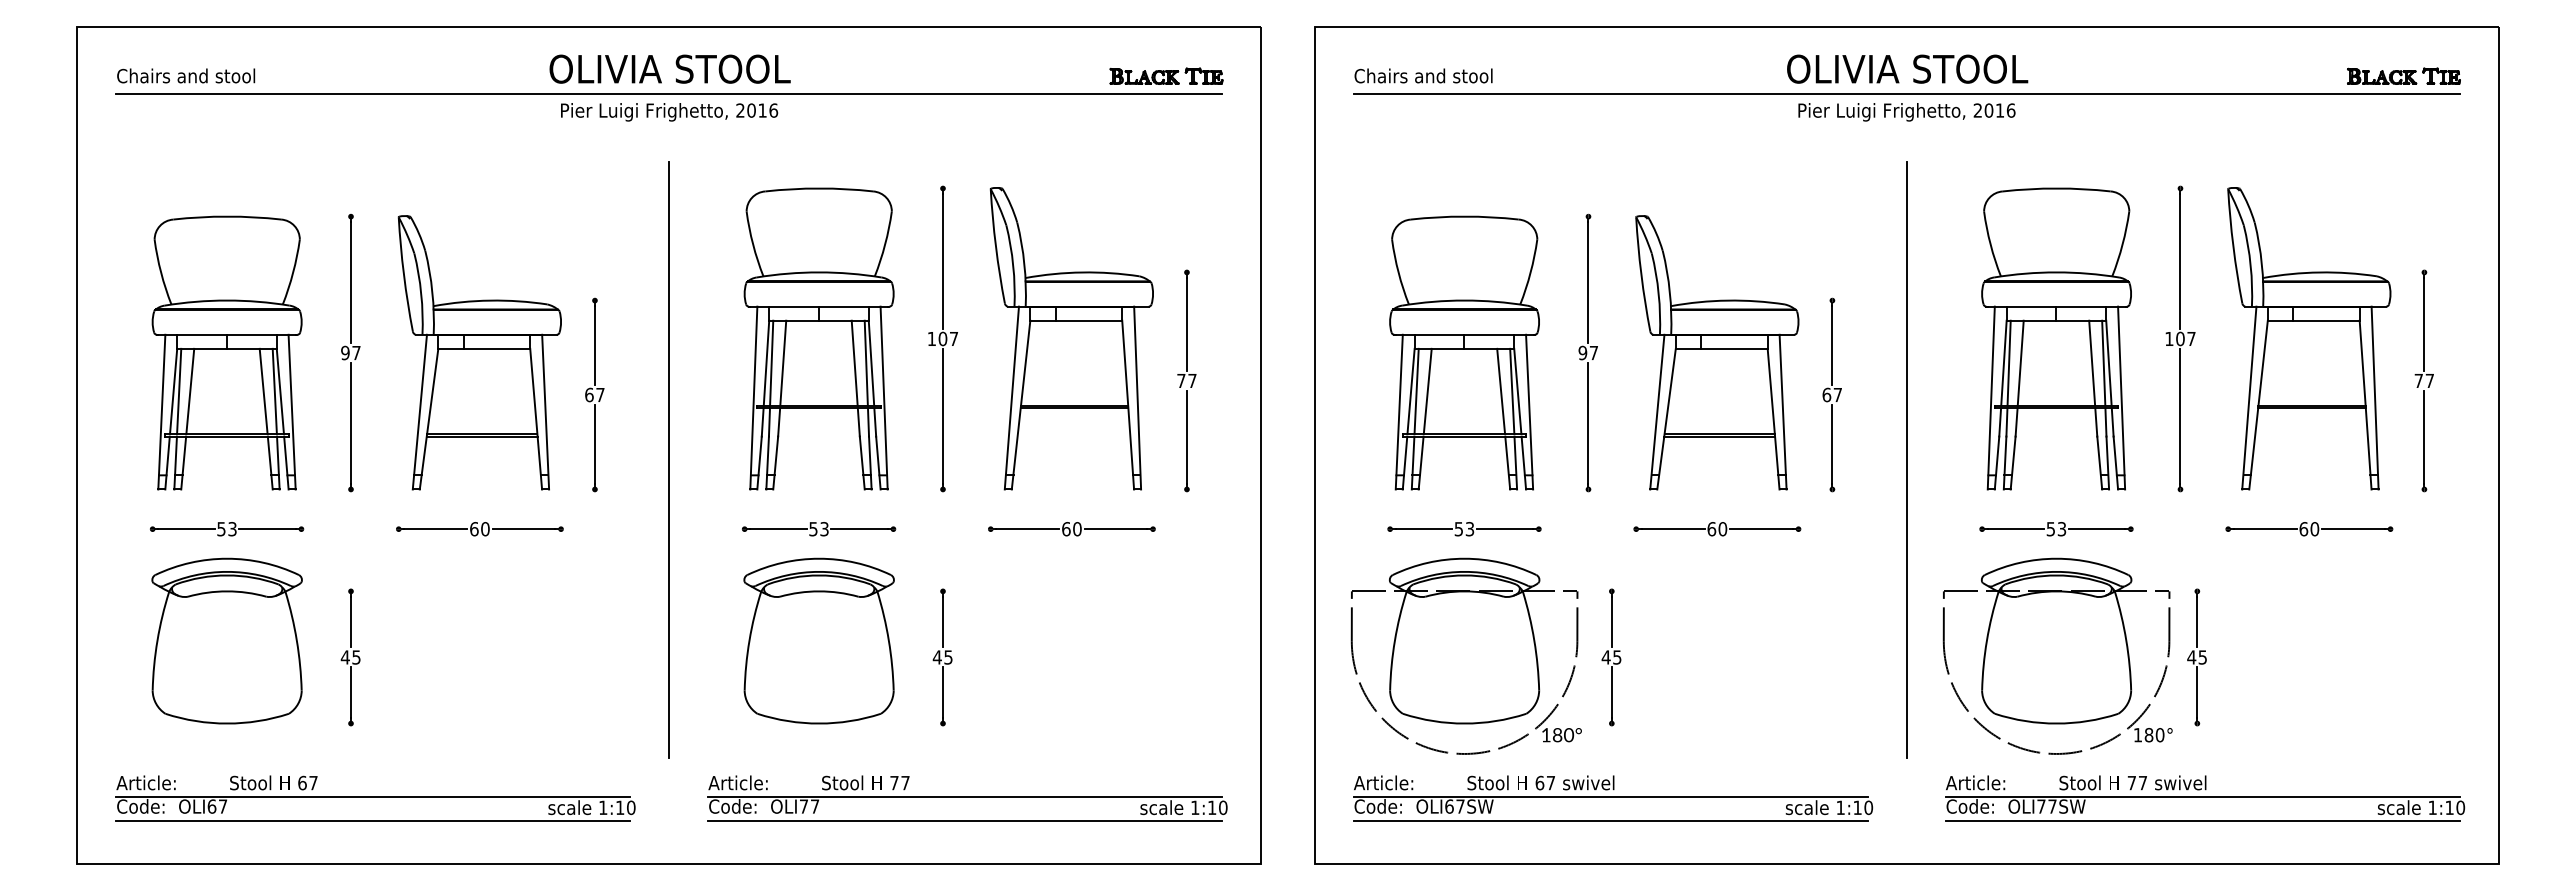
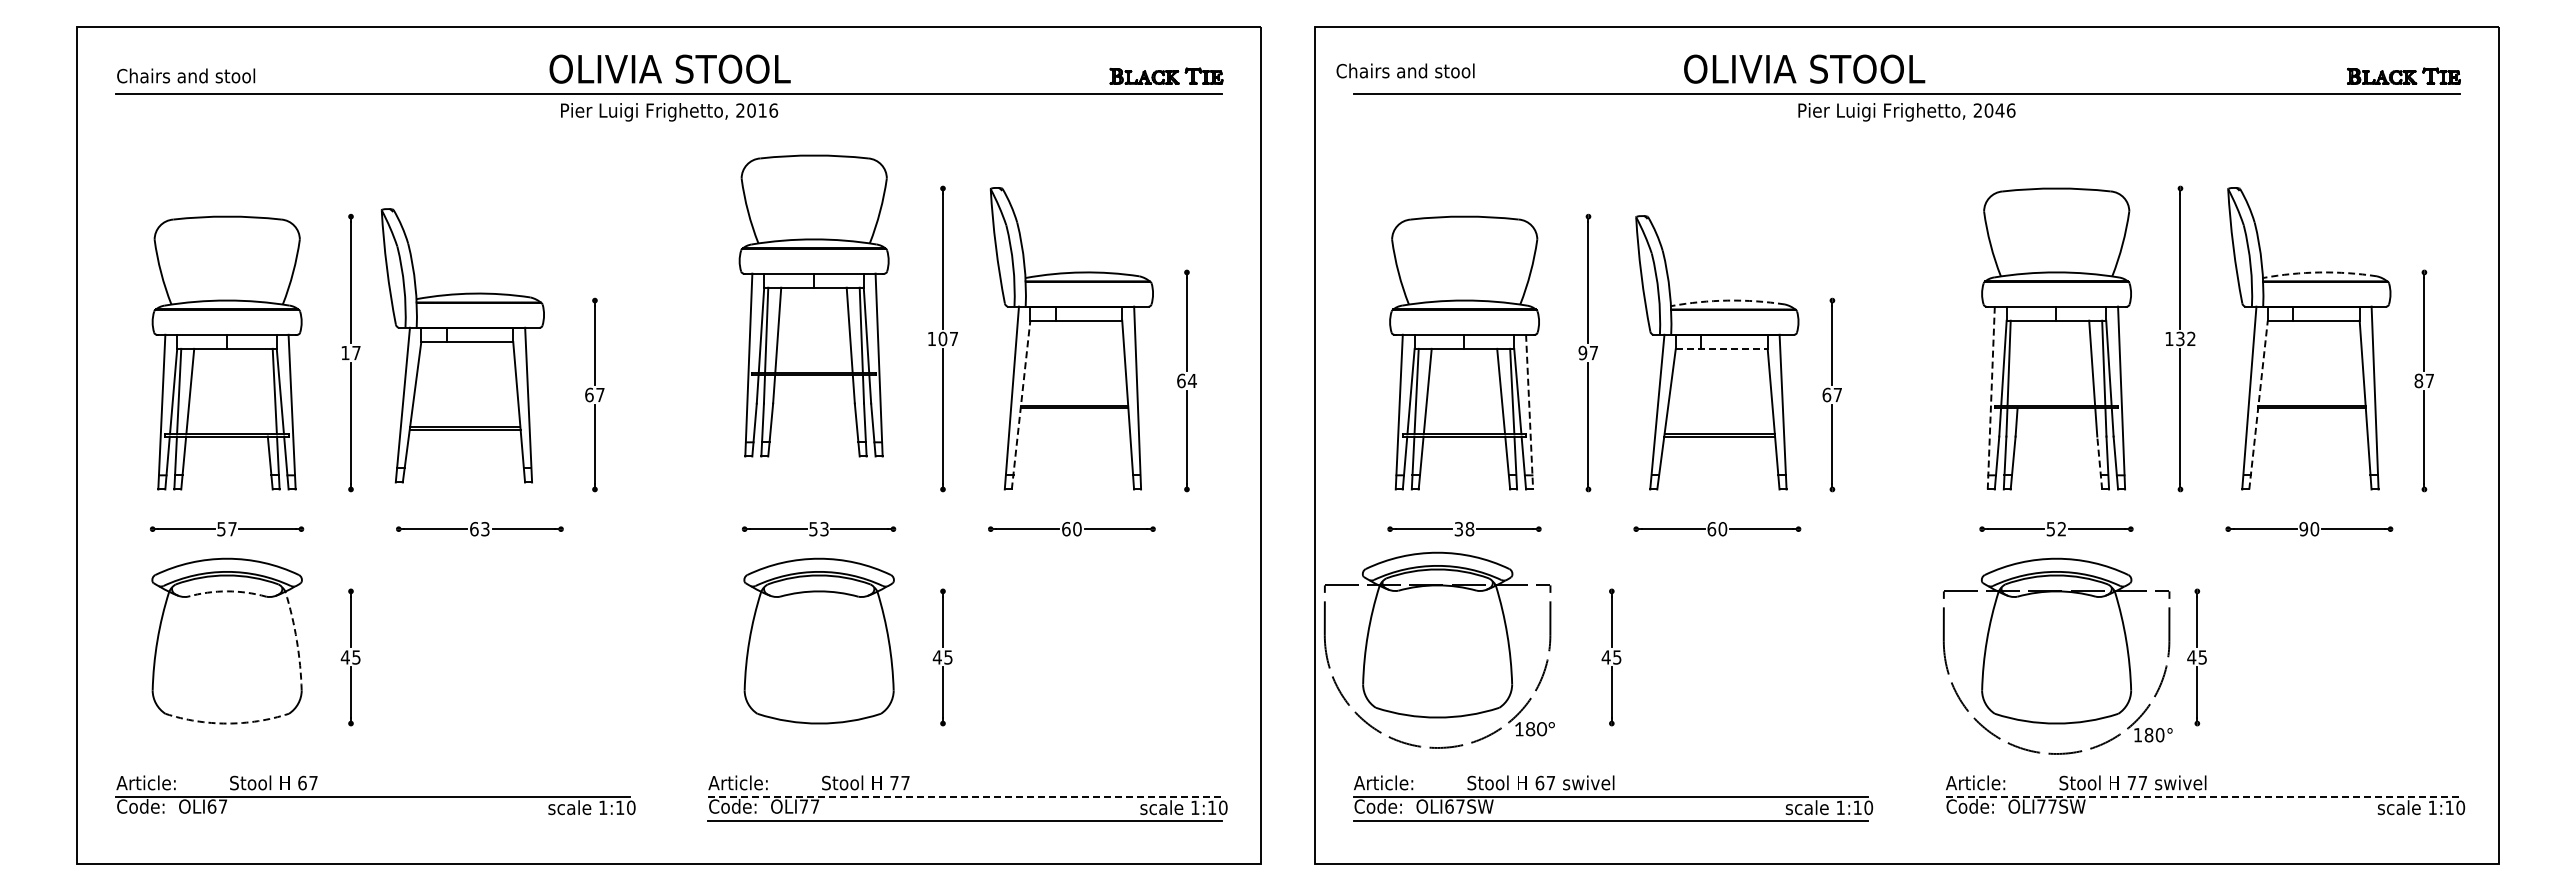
text at (1907, 68) position: (1907, 68) -> (1804, 68)
text at (1423, 75) position: (1423, 75) -> (1405, 70)
text at (1999, 110): 2016 -> 2046
arc at (2319, 272): solid -> dashed
arc at (1727, 300): solid -> dashed
part at (818, 338) position: (818, 338) -> (813, 305)
text at (2185, 338): 107 -> 132
line at (1721, 348): solid -> dashed
text at (345, 352): 97 -> 17
part at (479, 352) position: (479, 352) -> (462, 345)
line at (2020, 362): present -> none
text at (1186, 380): 77 -> 64
text at (2418, 380): 77 -> 87
line at (263, 390): present -> none
line at (1991, 398): solid -> dashed
line at (1021, 405): solid -> dashed
line at (2258, 405): solid -> dashed
line at (1529, 412): solid -> dashed
line at (669, 459): present -> none
line at (1906, 459): present -> none
line at (2099, 463): solid -> dashed
text at (232, 529): 53 -> 57
text at (485, 529): 60 -> 63
text at (1464, 529): 53 -> 38
text at (2061, 529): 53 -> 52
text at (2303, 529): 60 -> 90
arc at (227, 591): solid -> dashed
arc at (296, 640): solid -> dashed
part at (1465, 655) position: (1465, 655) -> (1438, 649)
arc at (227, 723): solid -> dashed
line at (965, 796): solid -> dashed
line at (2203, 796): solid -> dashed
line at (373, 820): present -> none
line at (2202, 820): present -> none
